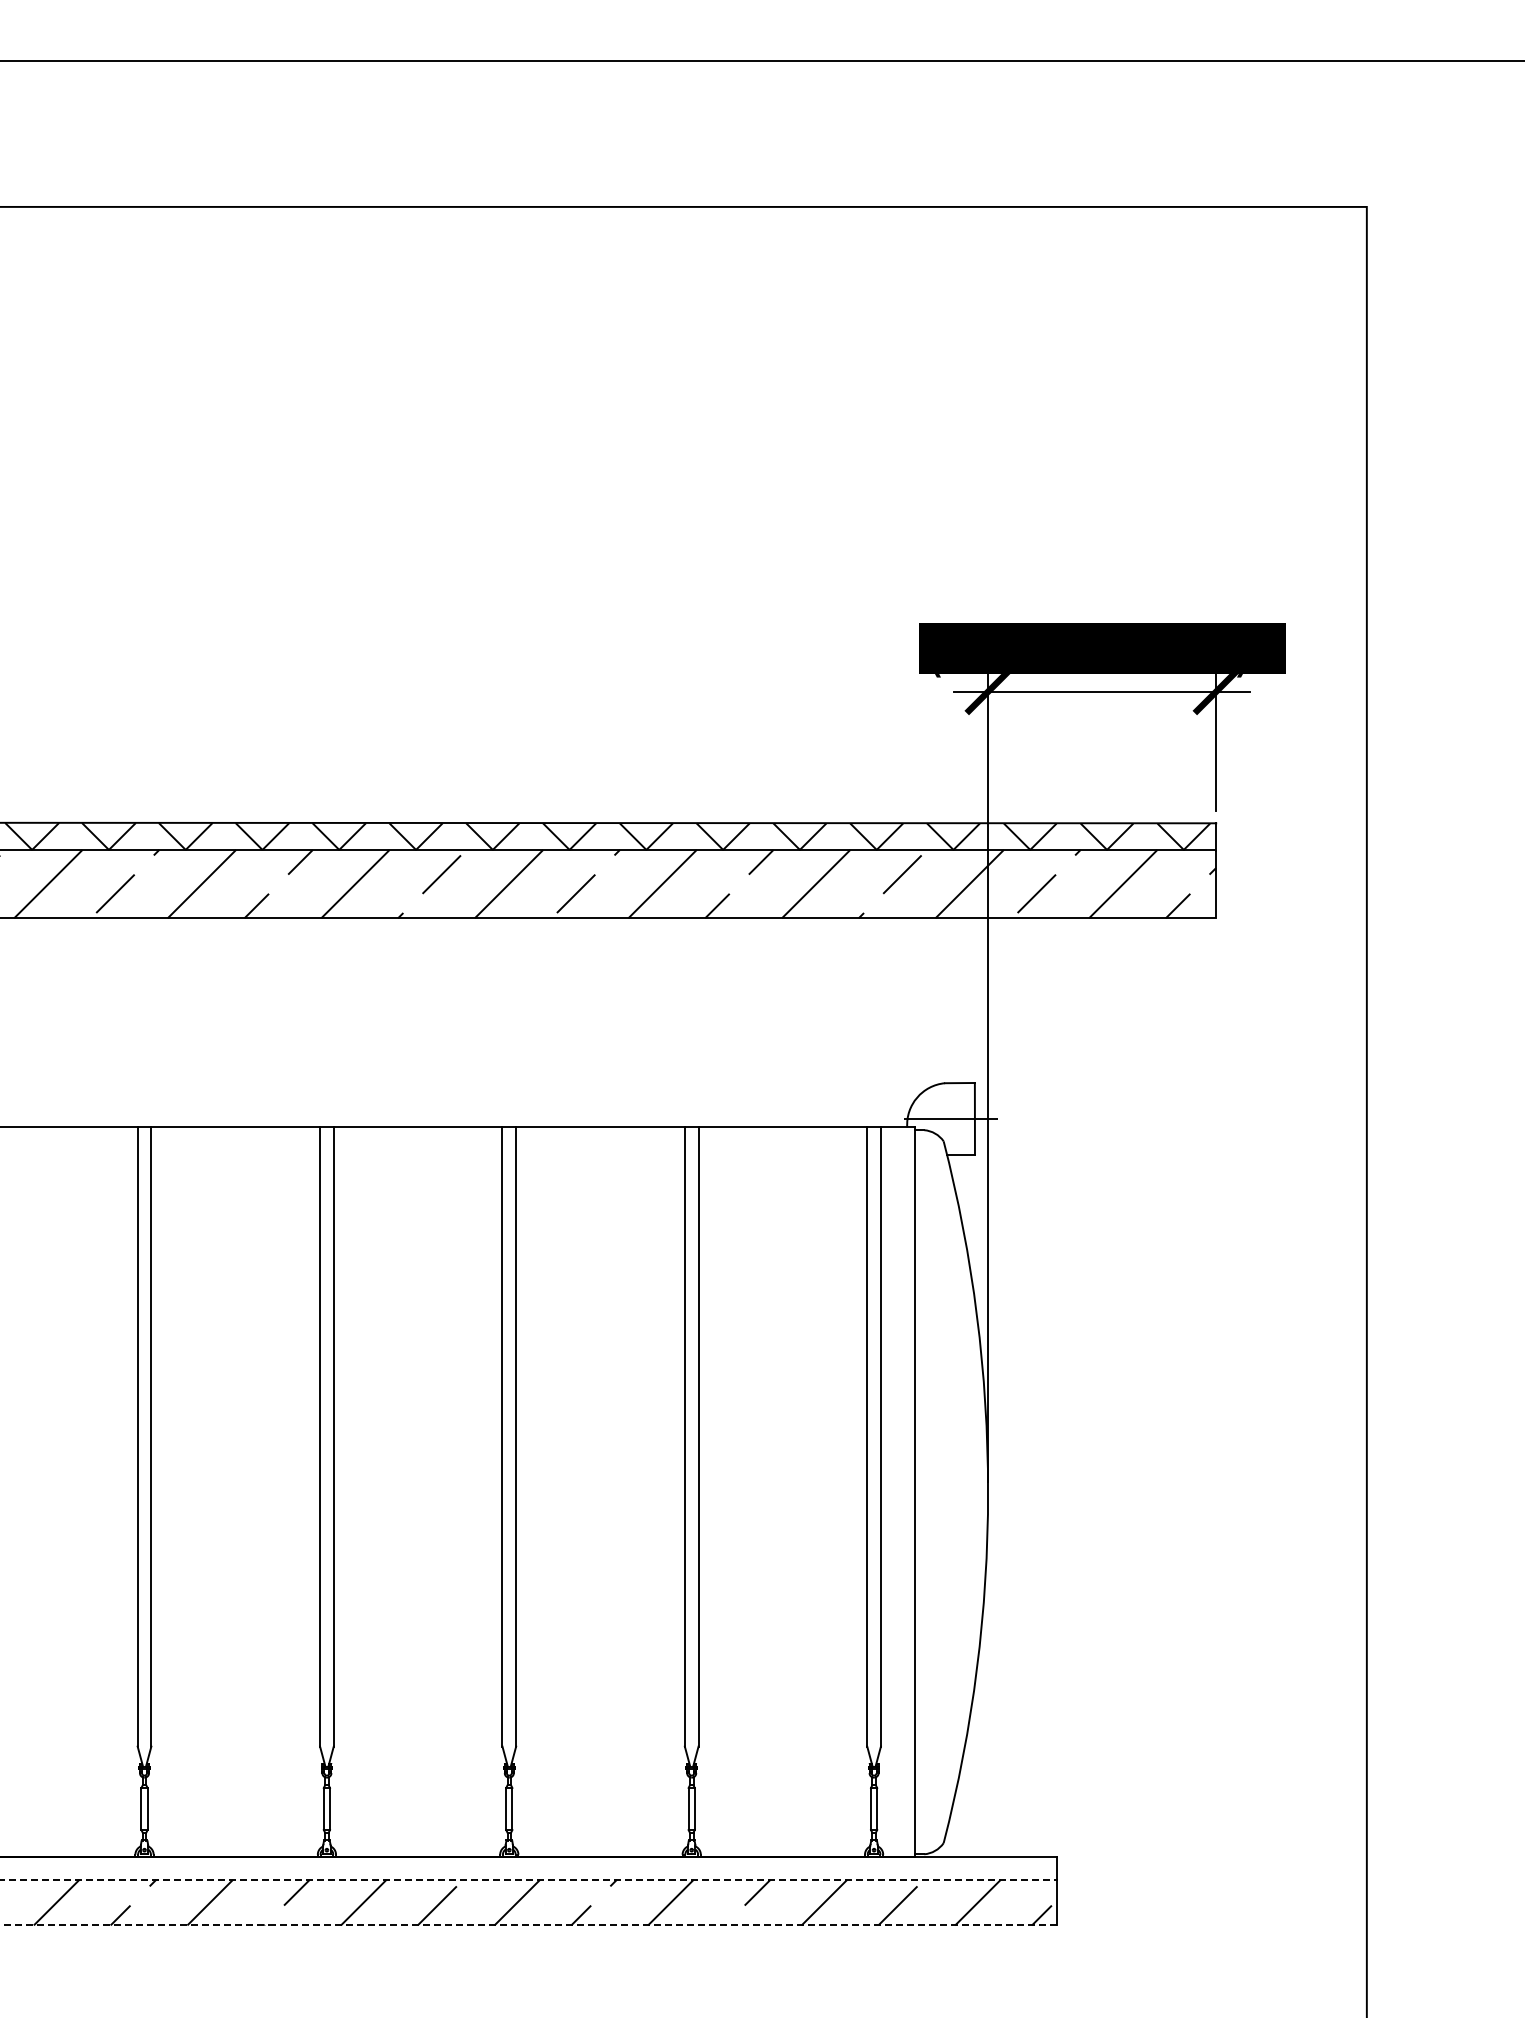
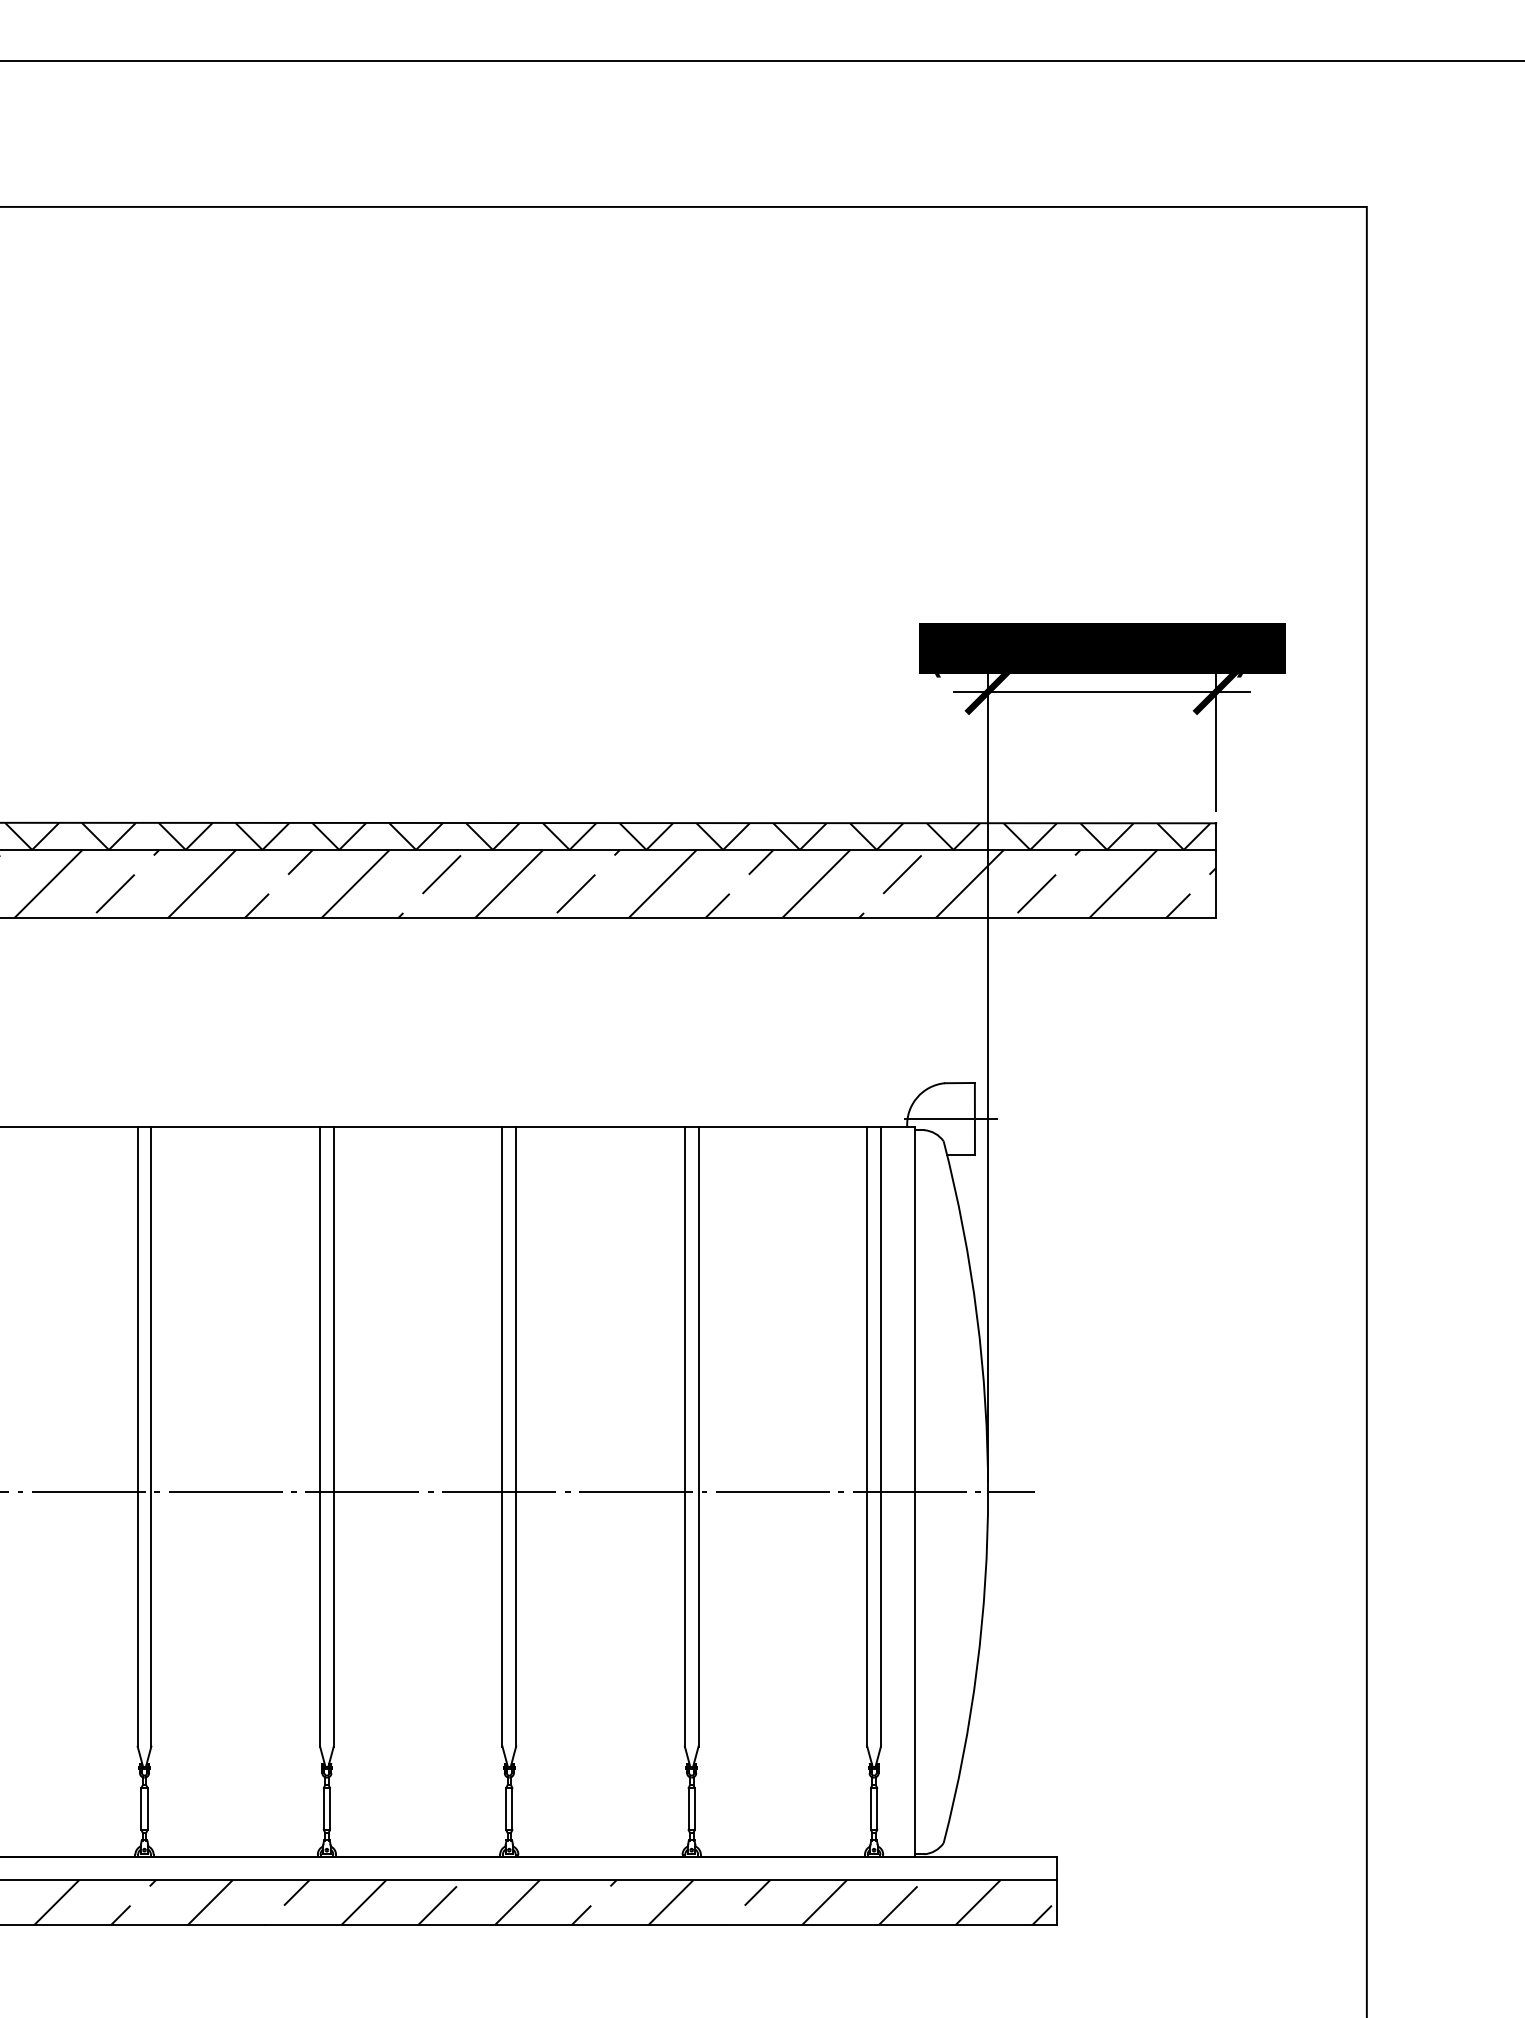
line at (518, 1492): none -> present
line at (528, 1879): dashed -> solid
line at (528, 1925): dashed -> solid
